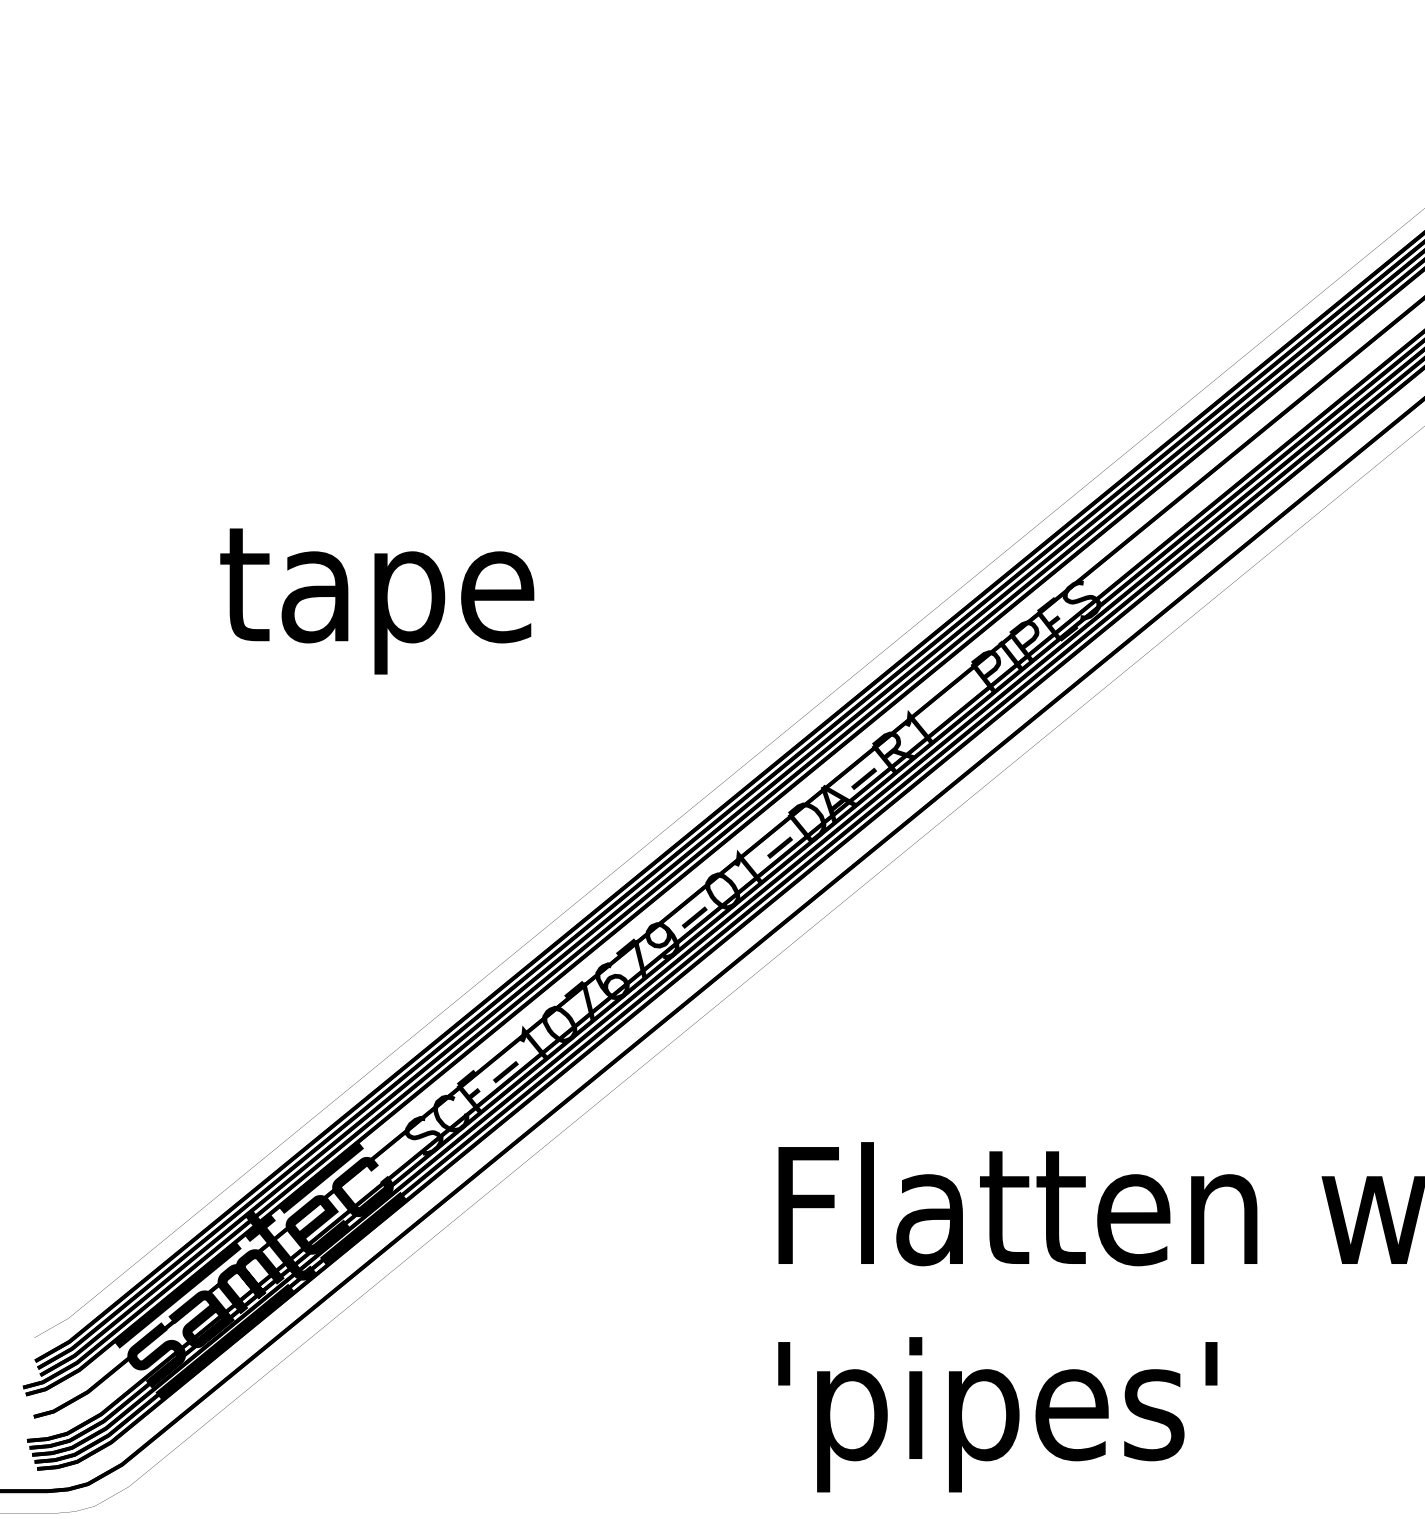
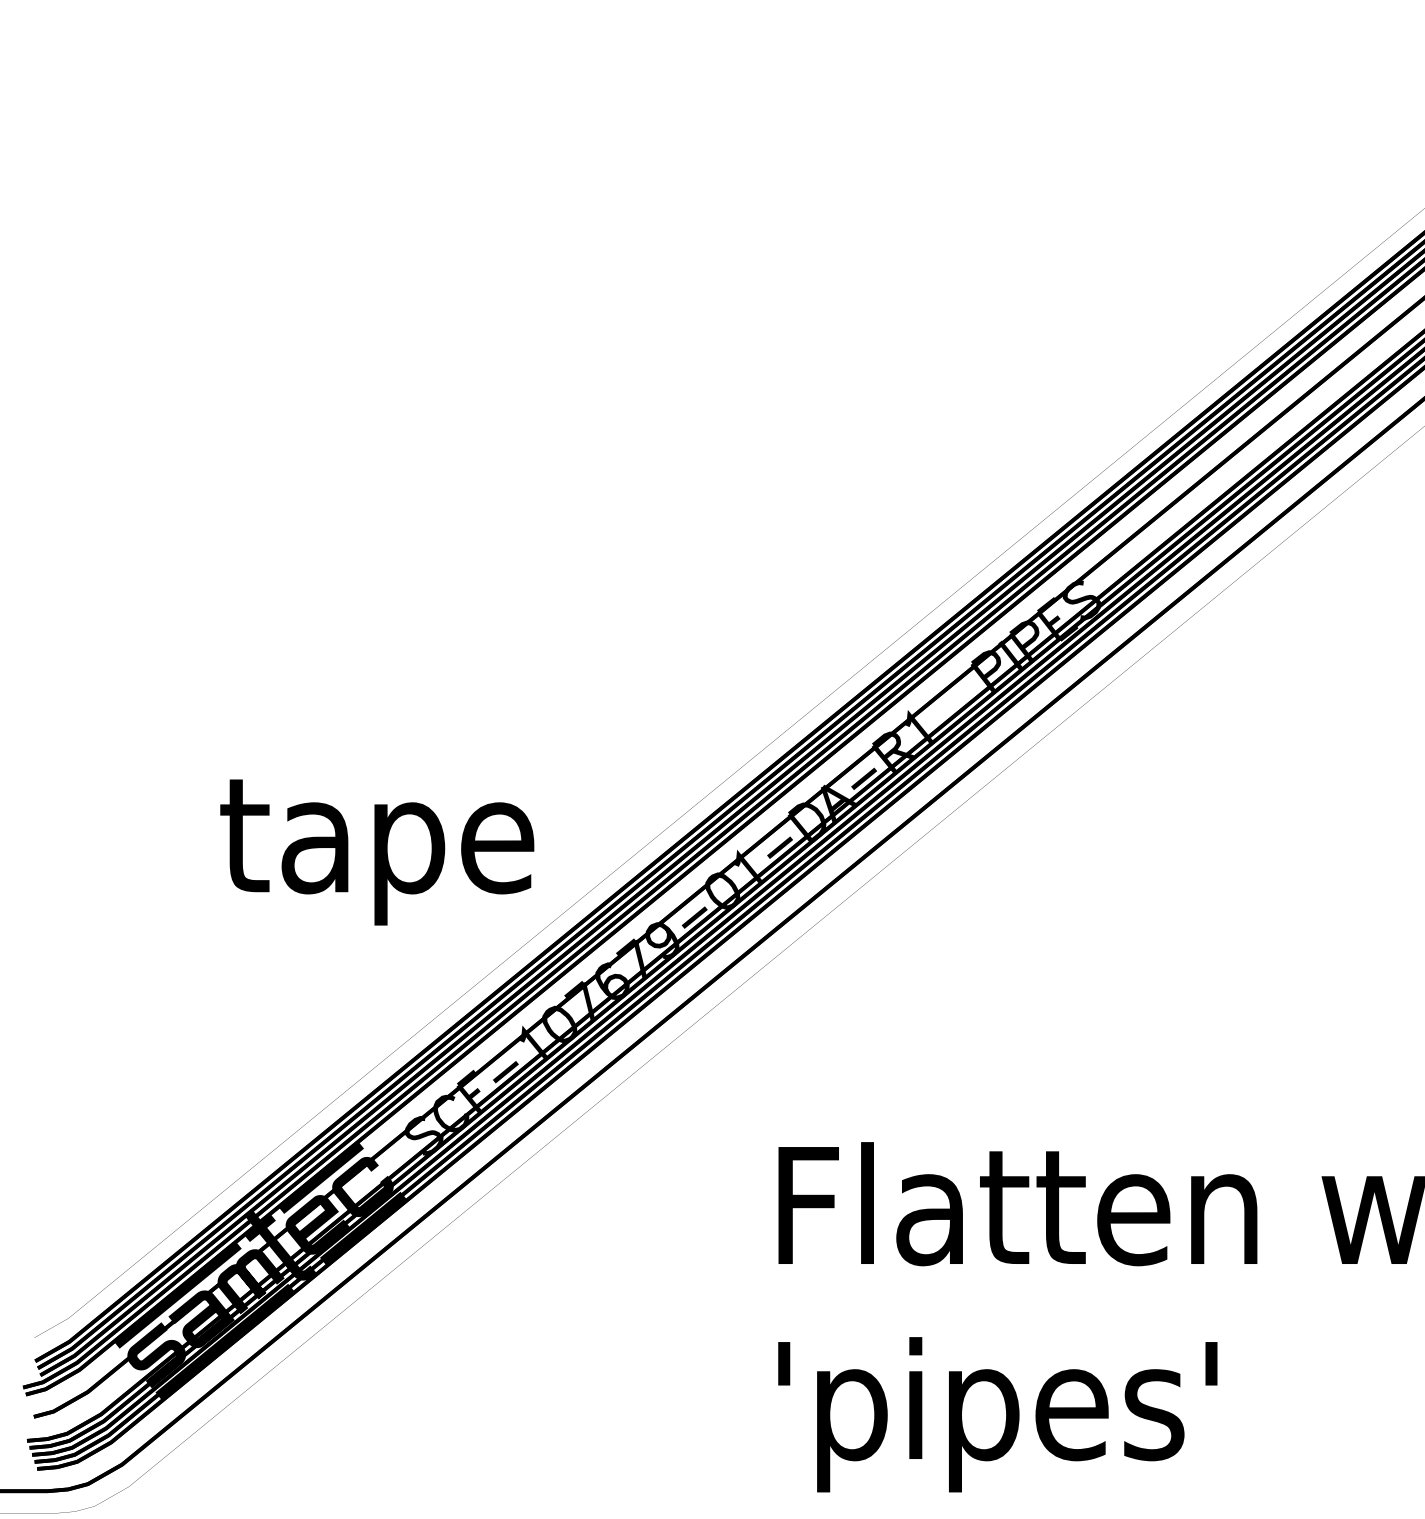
text at (377, 601) position: (377, 601) -> (377, 852)
